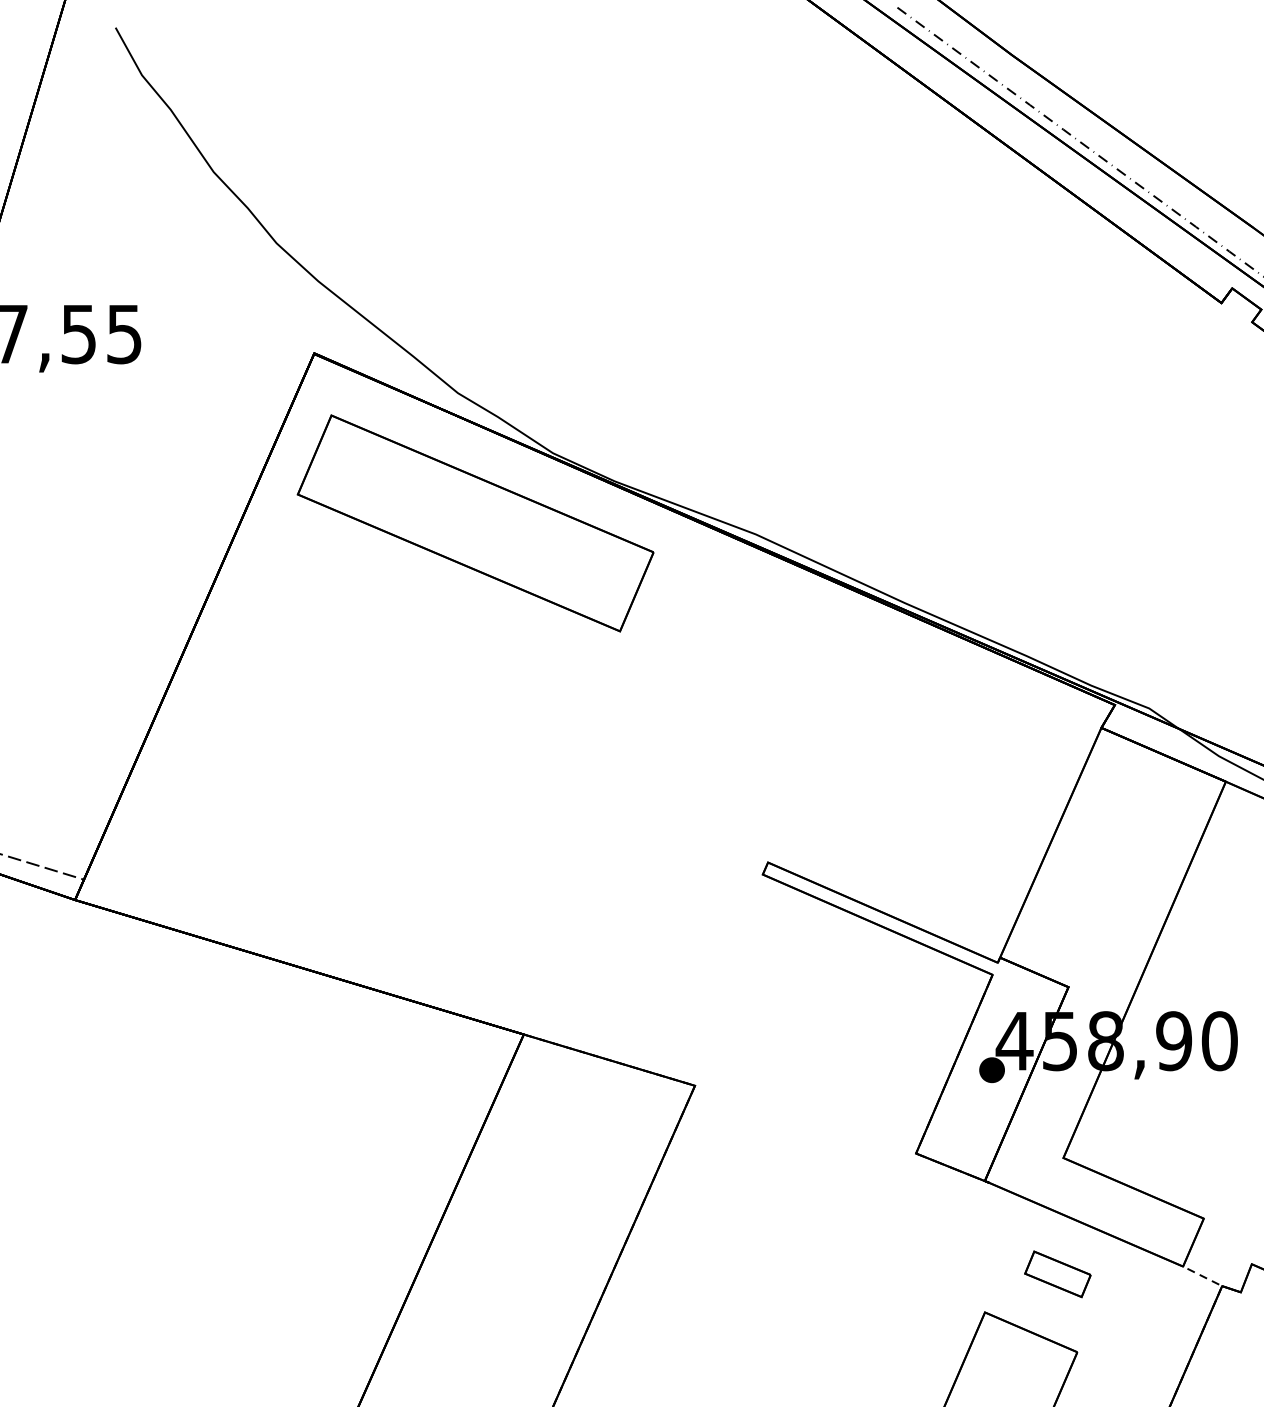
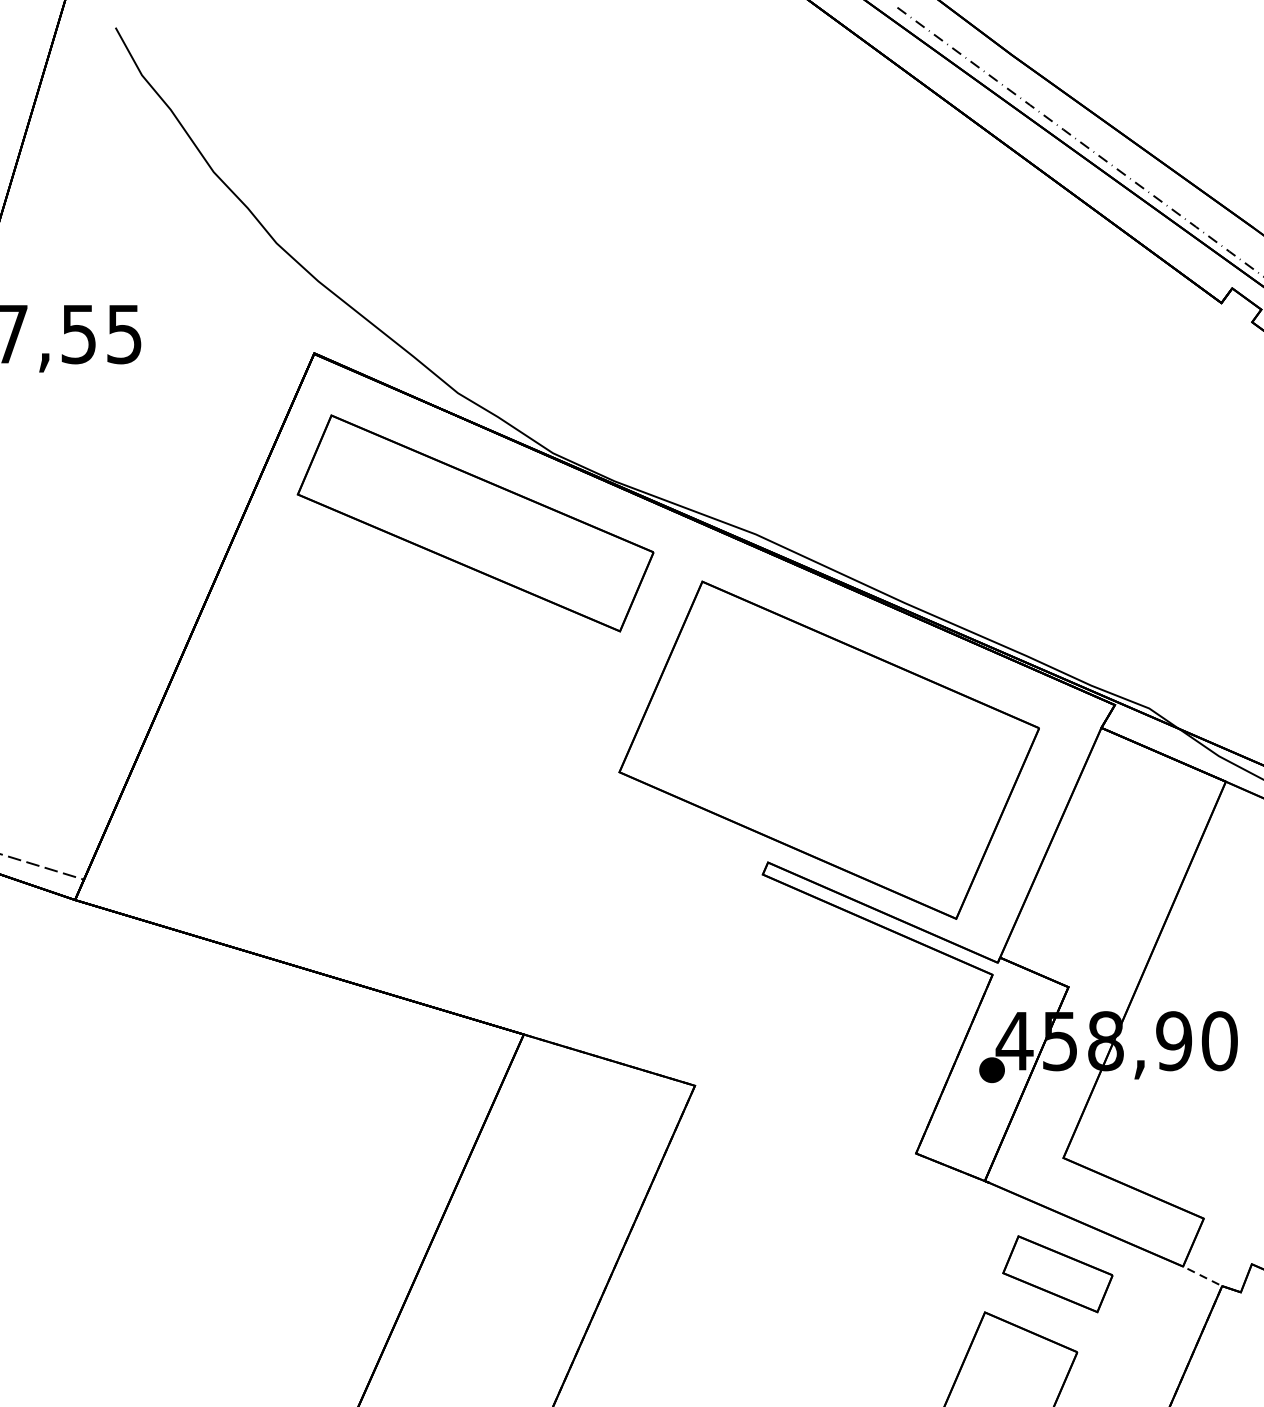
part at (828, 749): none -> present
part at (1057, 1274) size: 68x49 px -> 112x79 px
